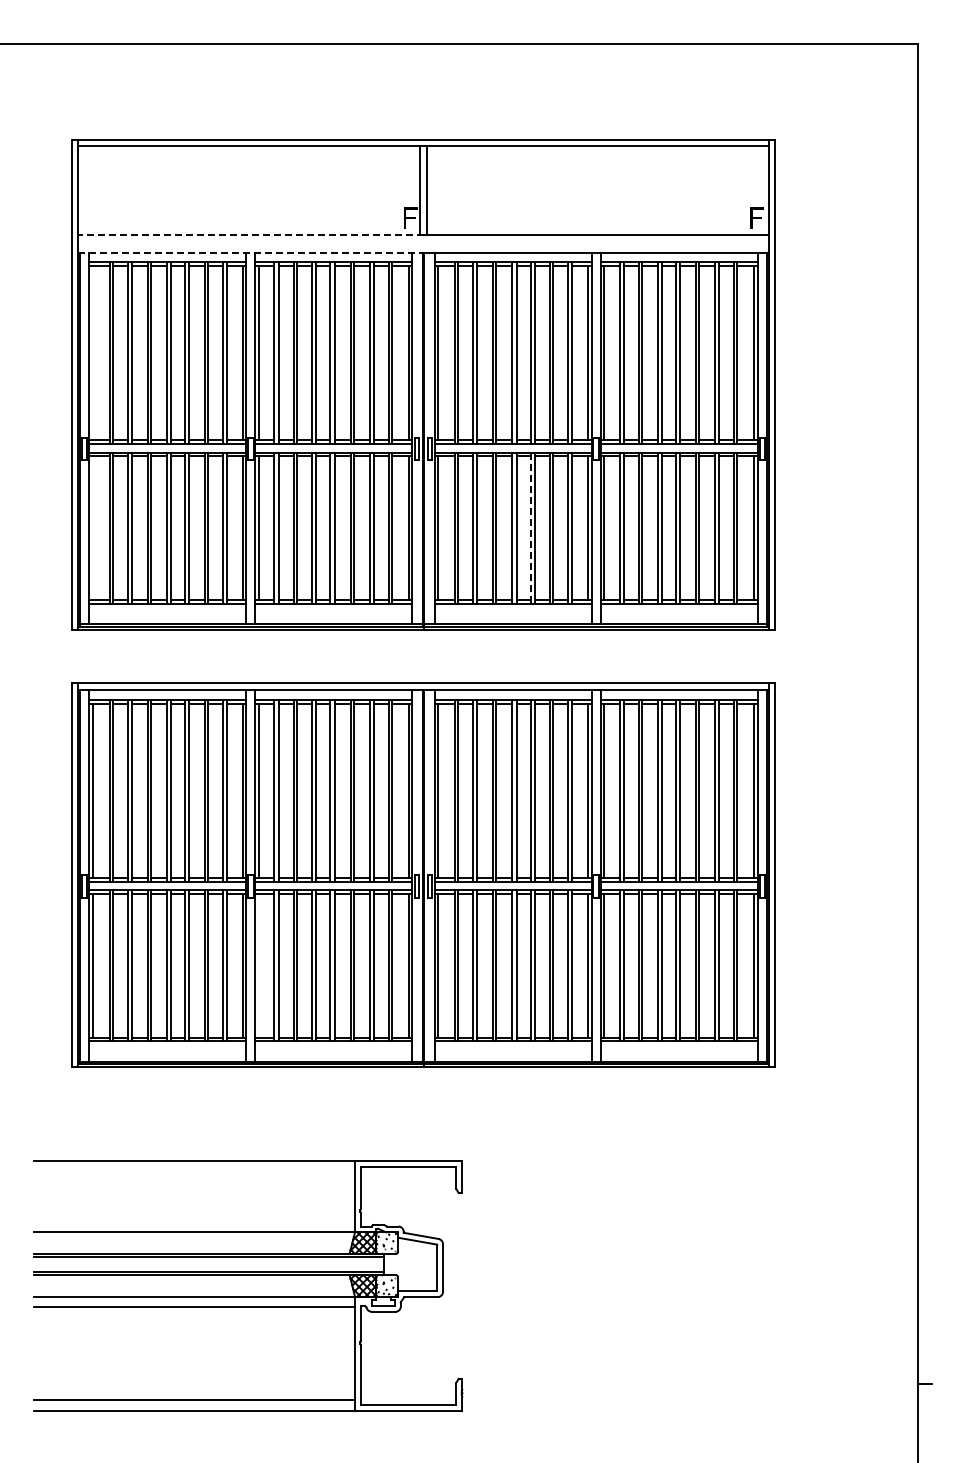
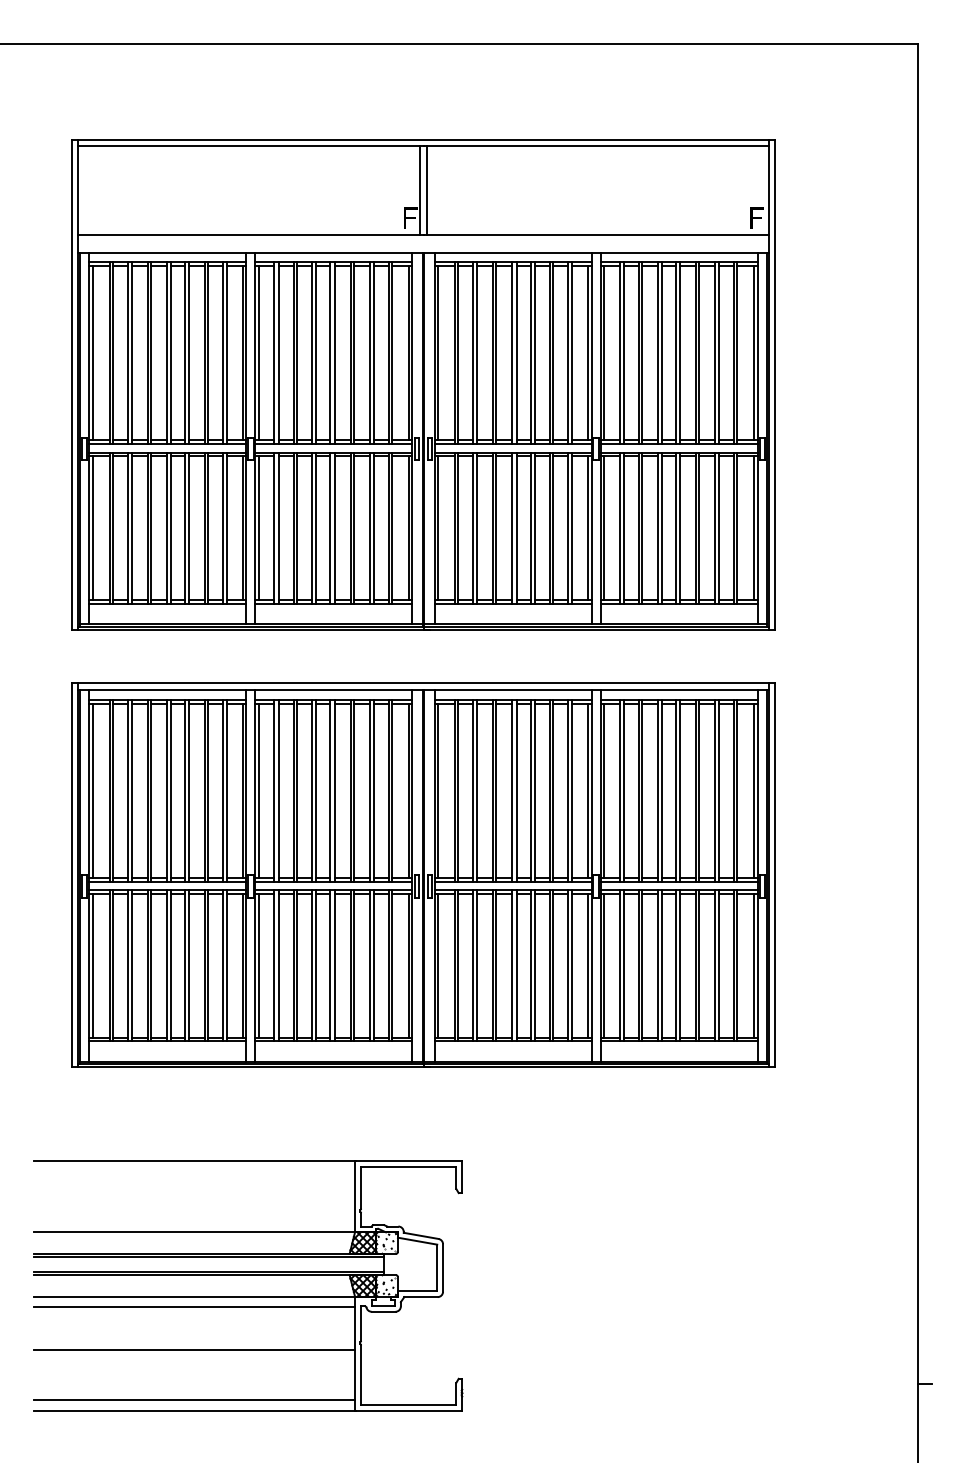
line at (250, 234): dashed -> solid
line at (251, 252): dashed -> solid
line at (93, 353): none -> present
line at (93, 528): none -> present
line at (530, 528): dashed -> solid
line at (258, 965): none -> present
line at (194, 1350): none -> present
